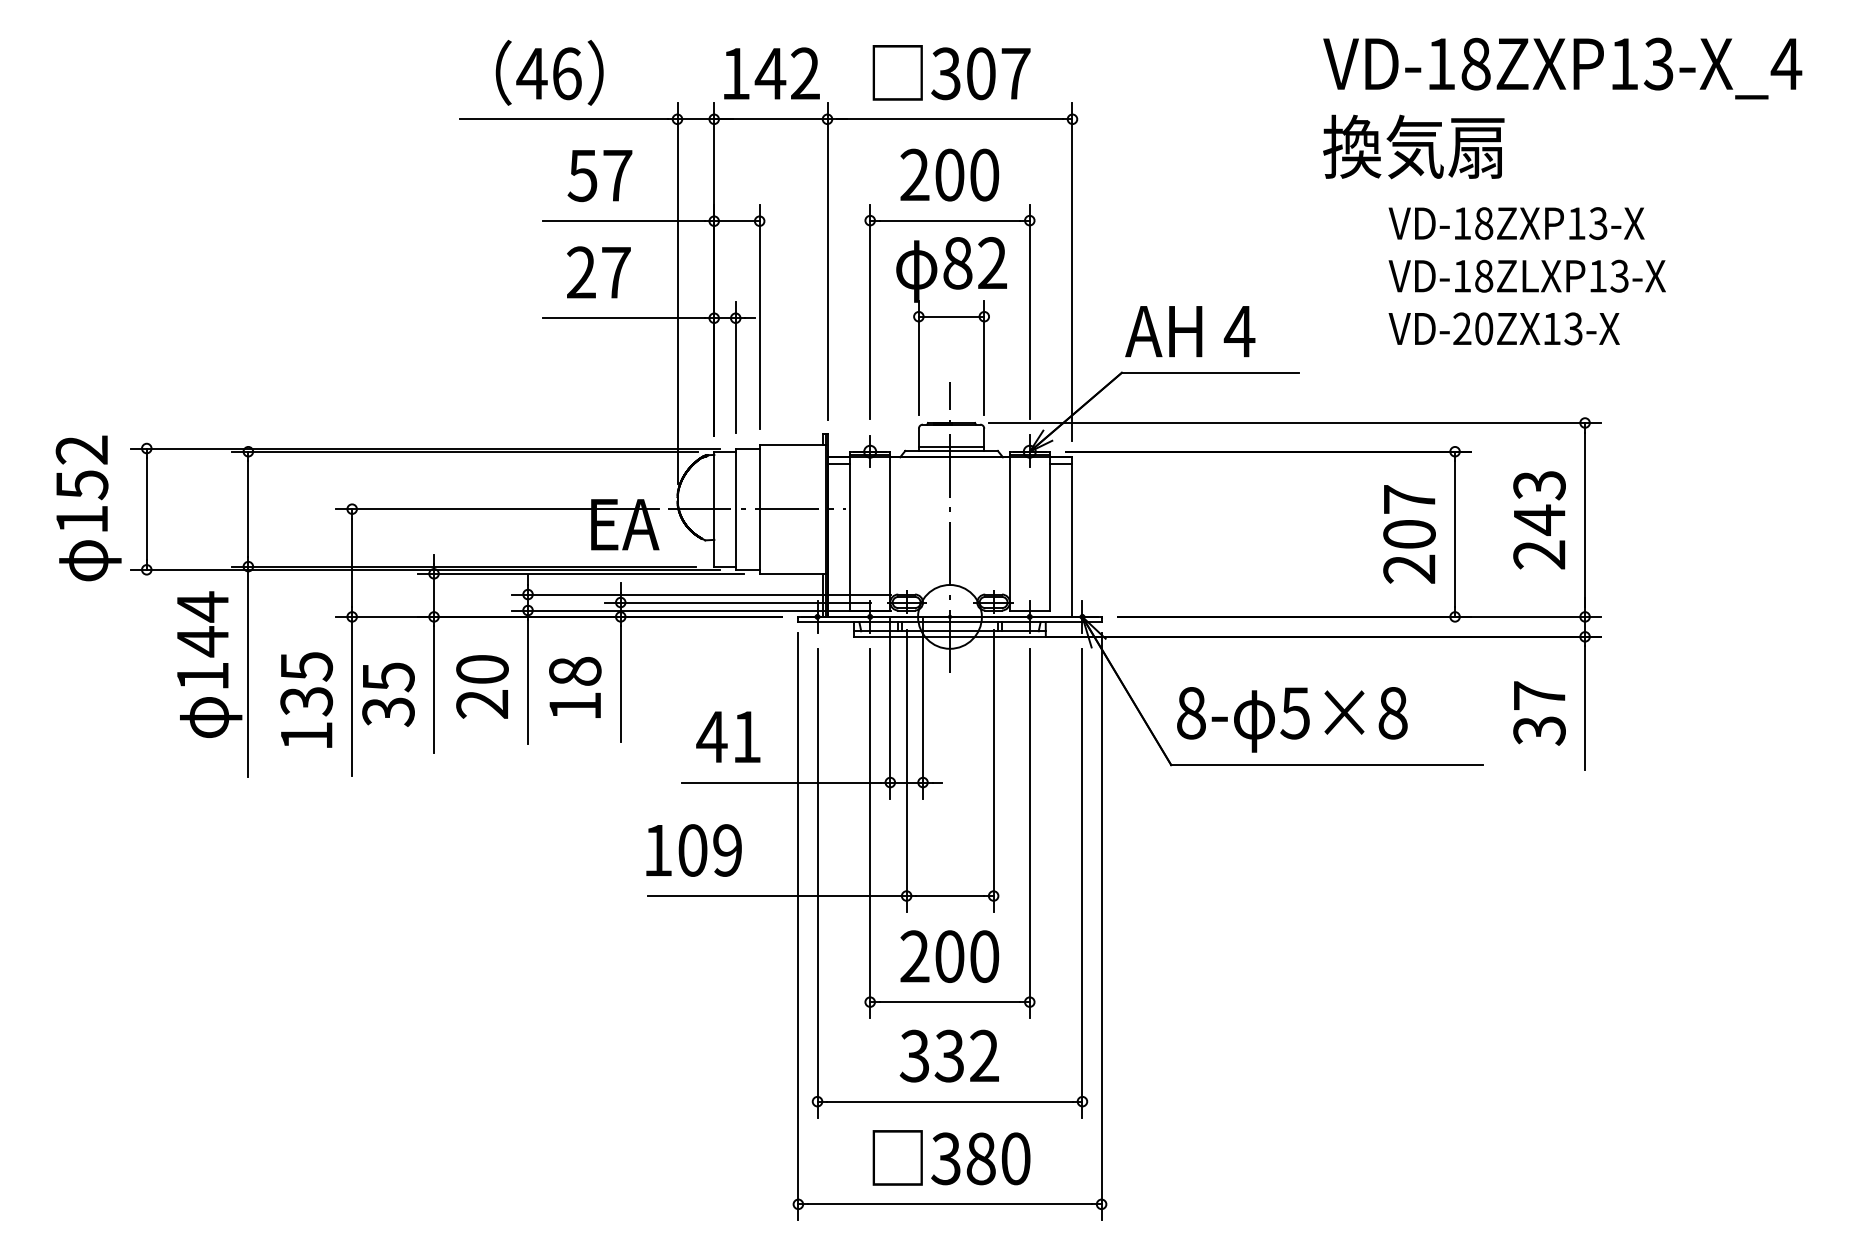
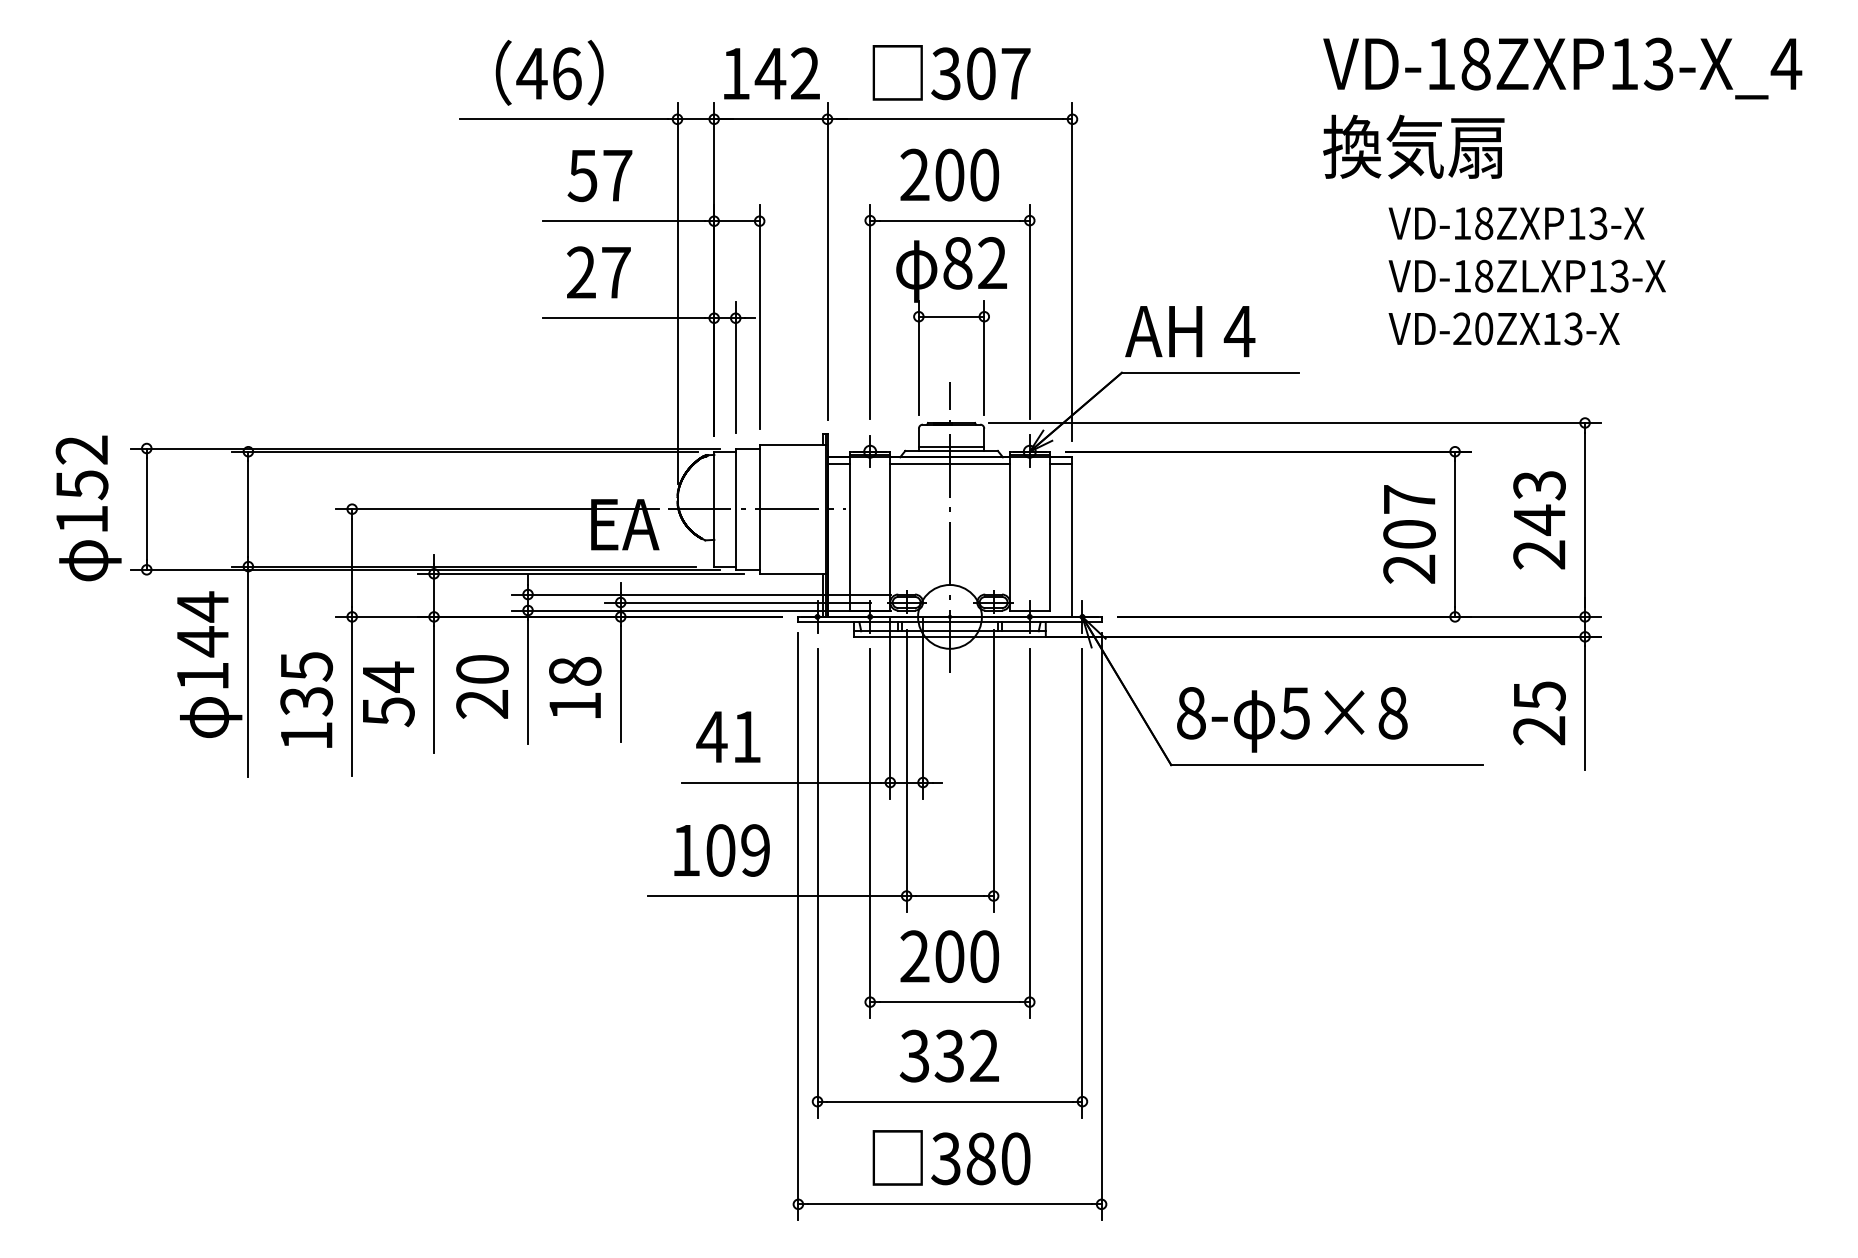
line at (949, 463): none -> present
text at (388, 694): 35 -> 54
text at (1539, 713): 37 -> 25
text at (693, 850) position: (693, 850) -> (721, 850)
